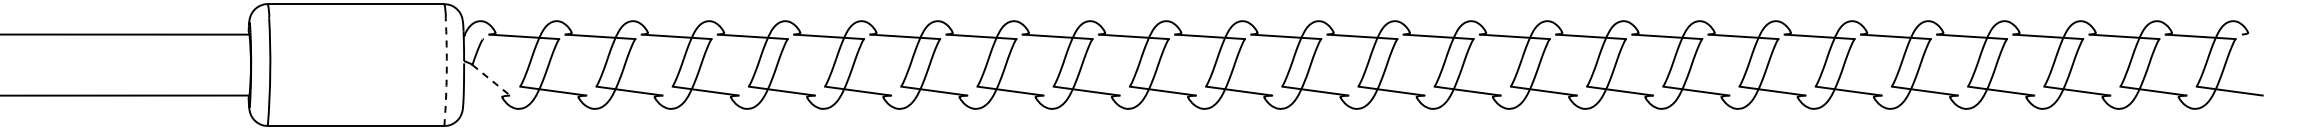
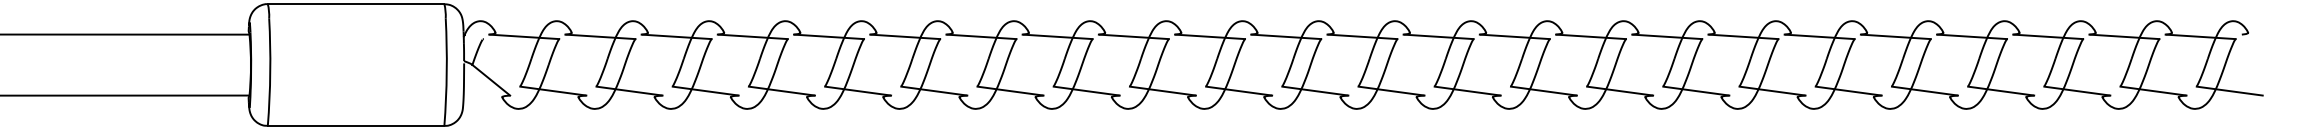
arc at (446, 72): dashed -> solid
line at (491, 80): dashed -> solid
